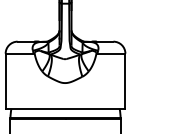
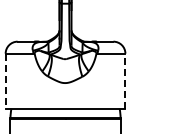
line at (5, 81): solid -> dashed
line at (125, 81): solid -> dashed
